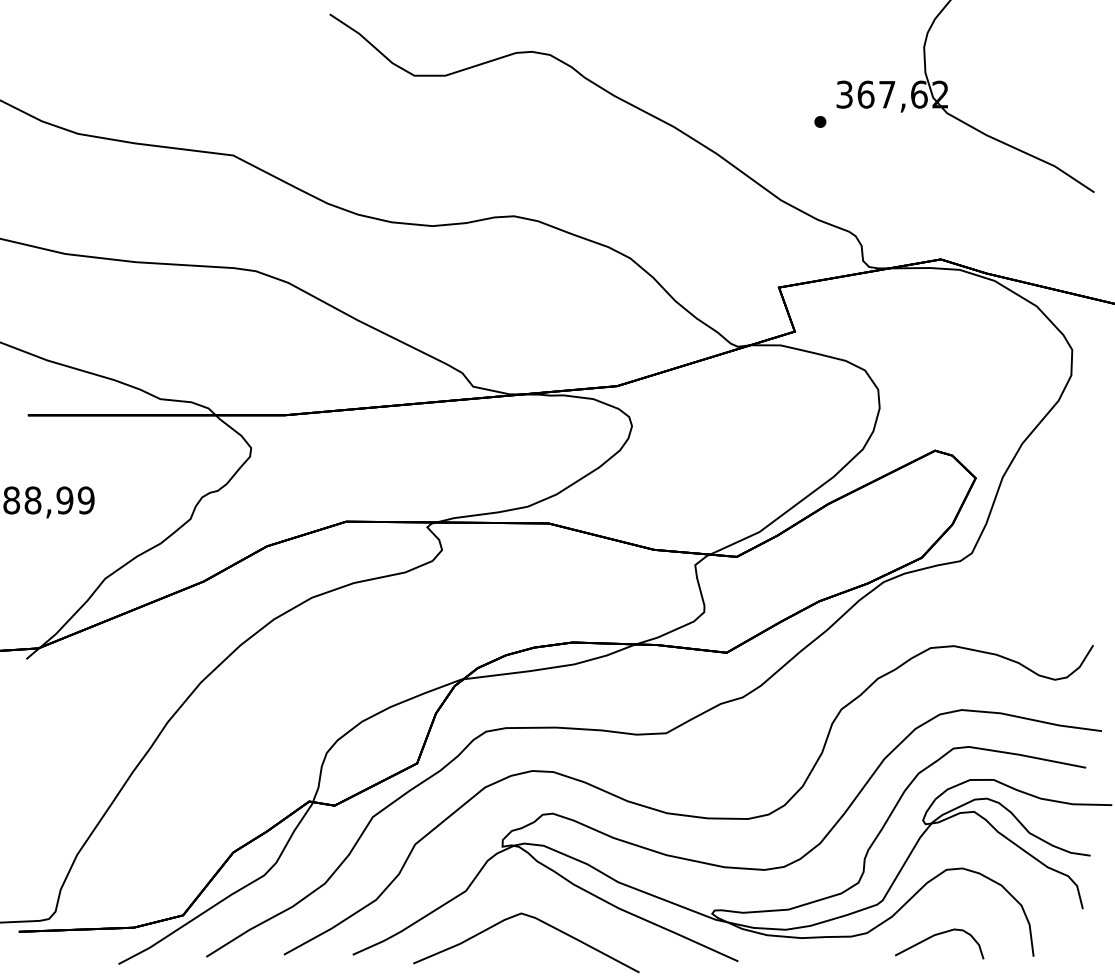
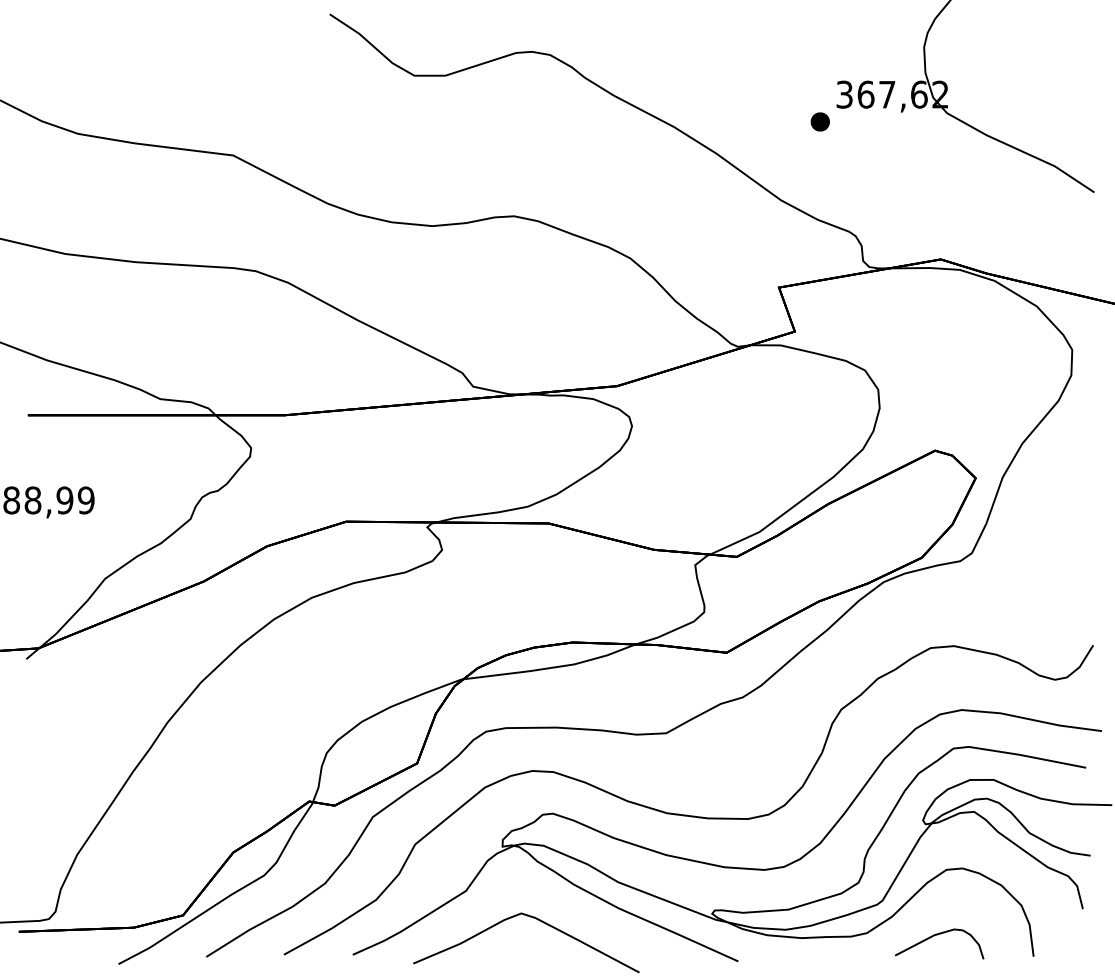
part at (820, 121) size: 13x12 px -> 20x20 px
